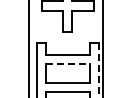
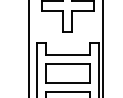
line at (67, 64): dashed -> solid
line at (98, 70): dashed -> solid
